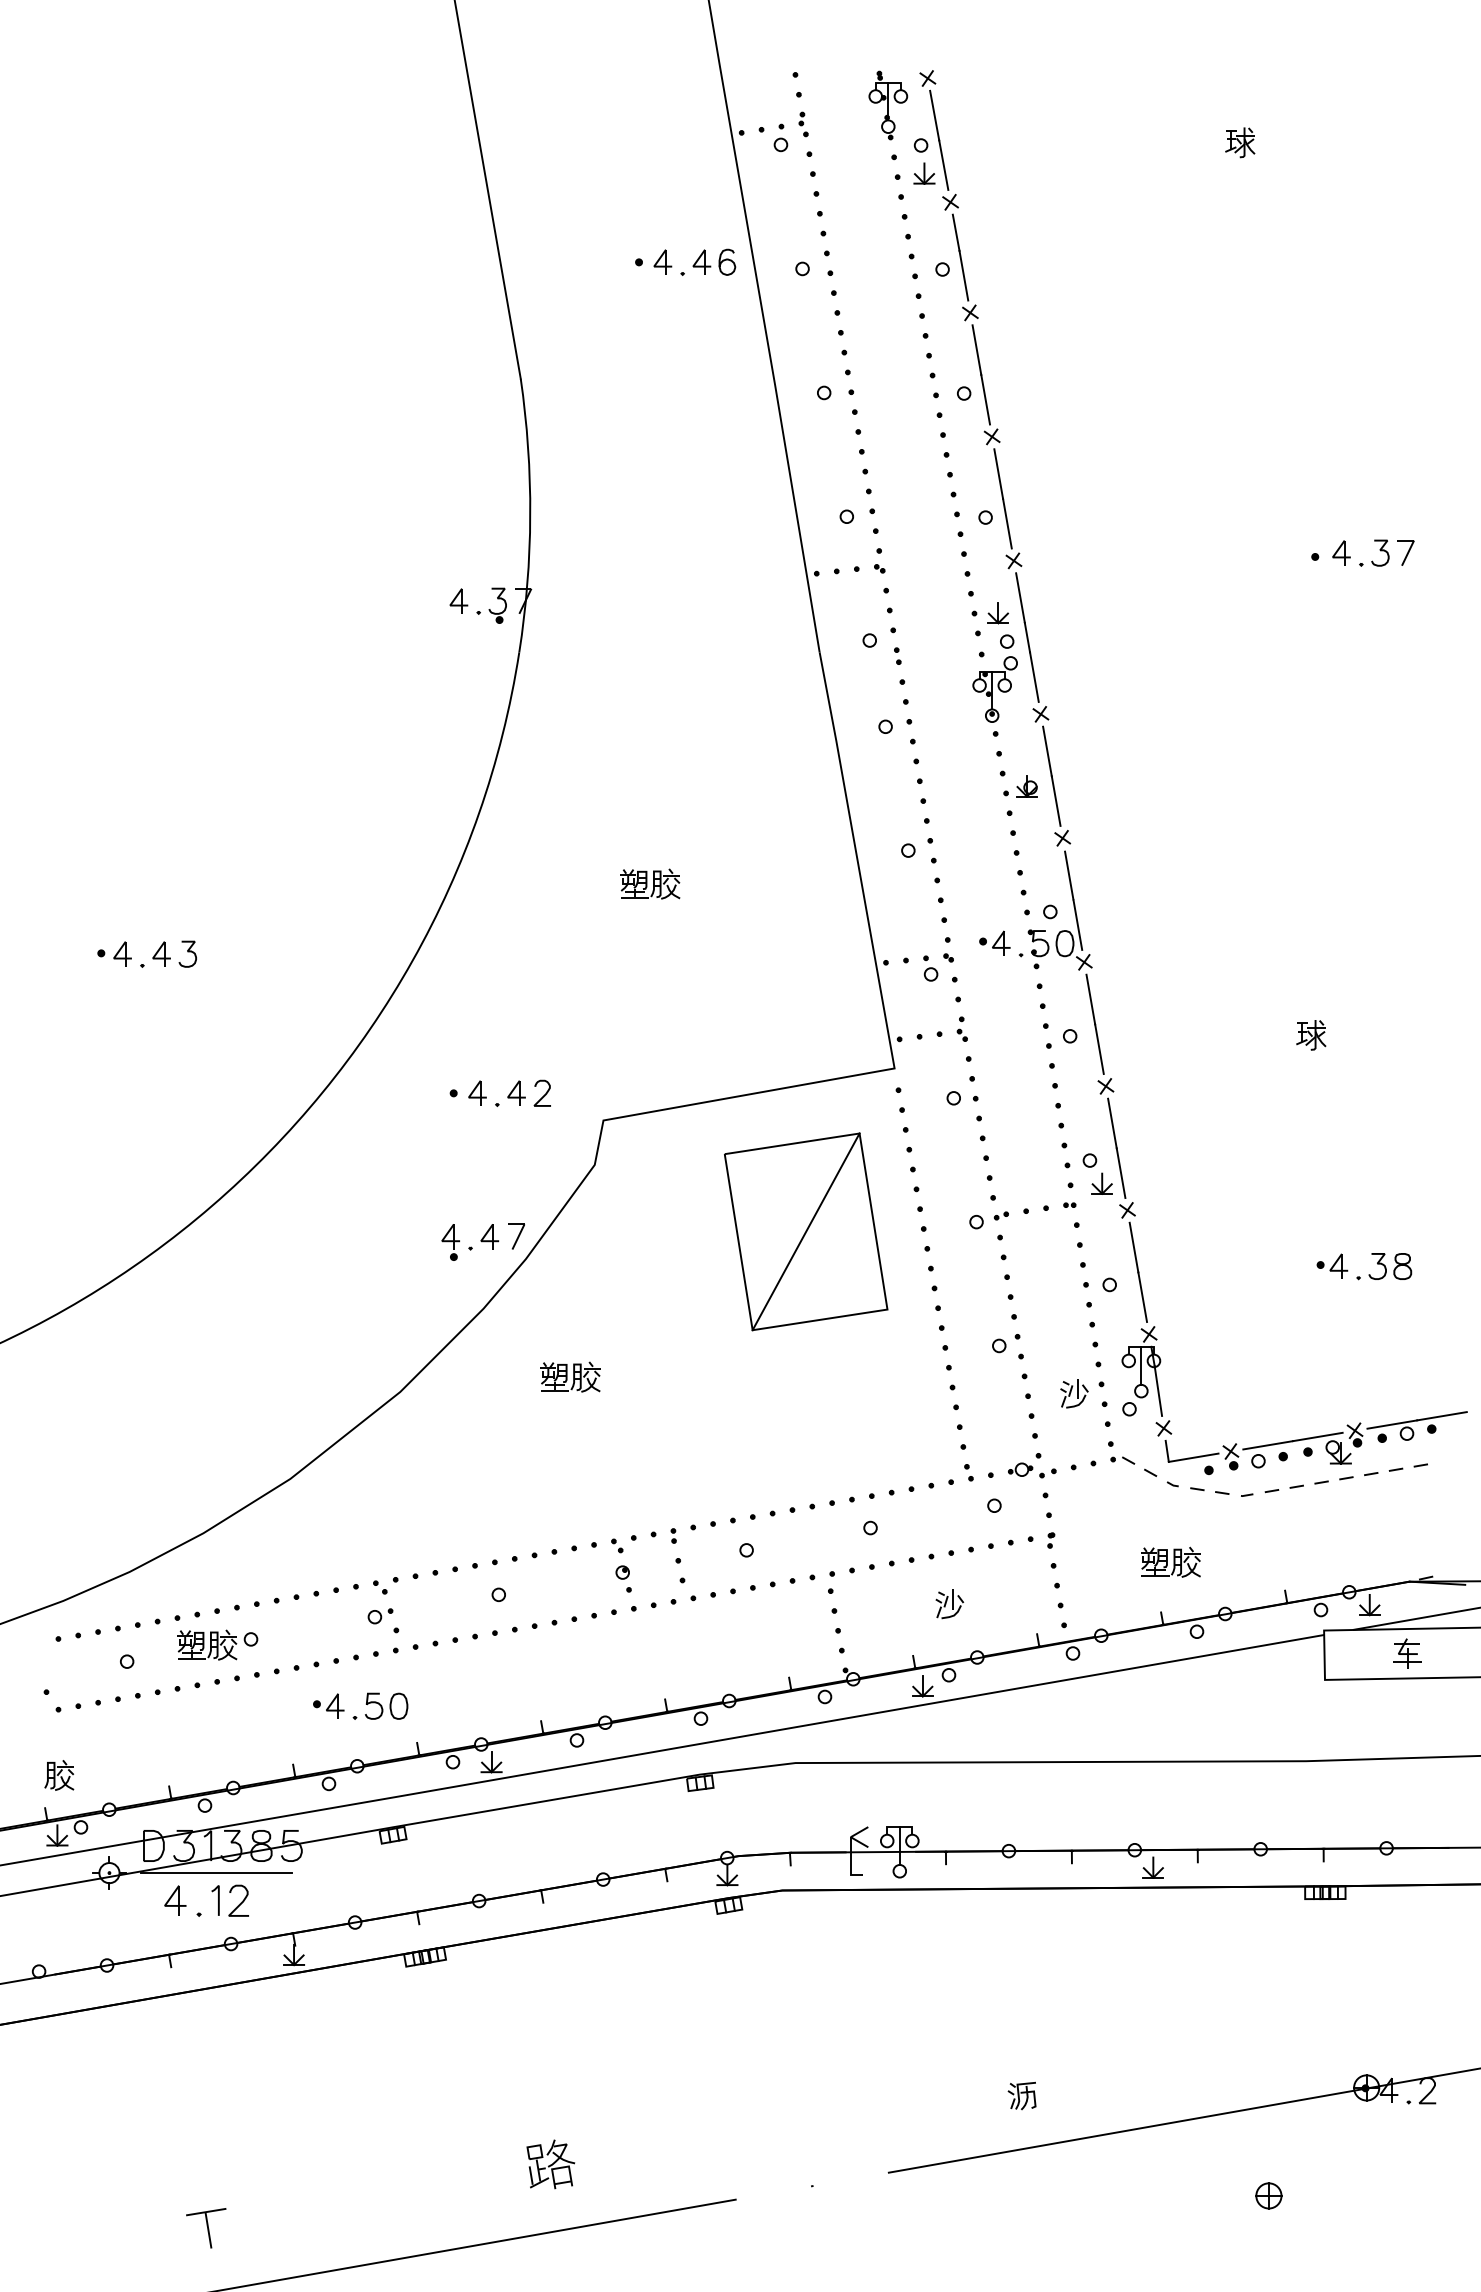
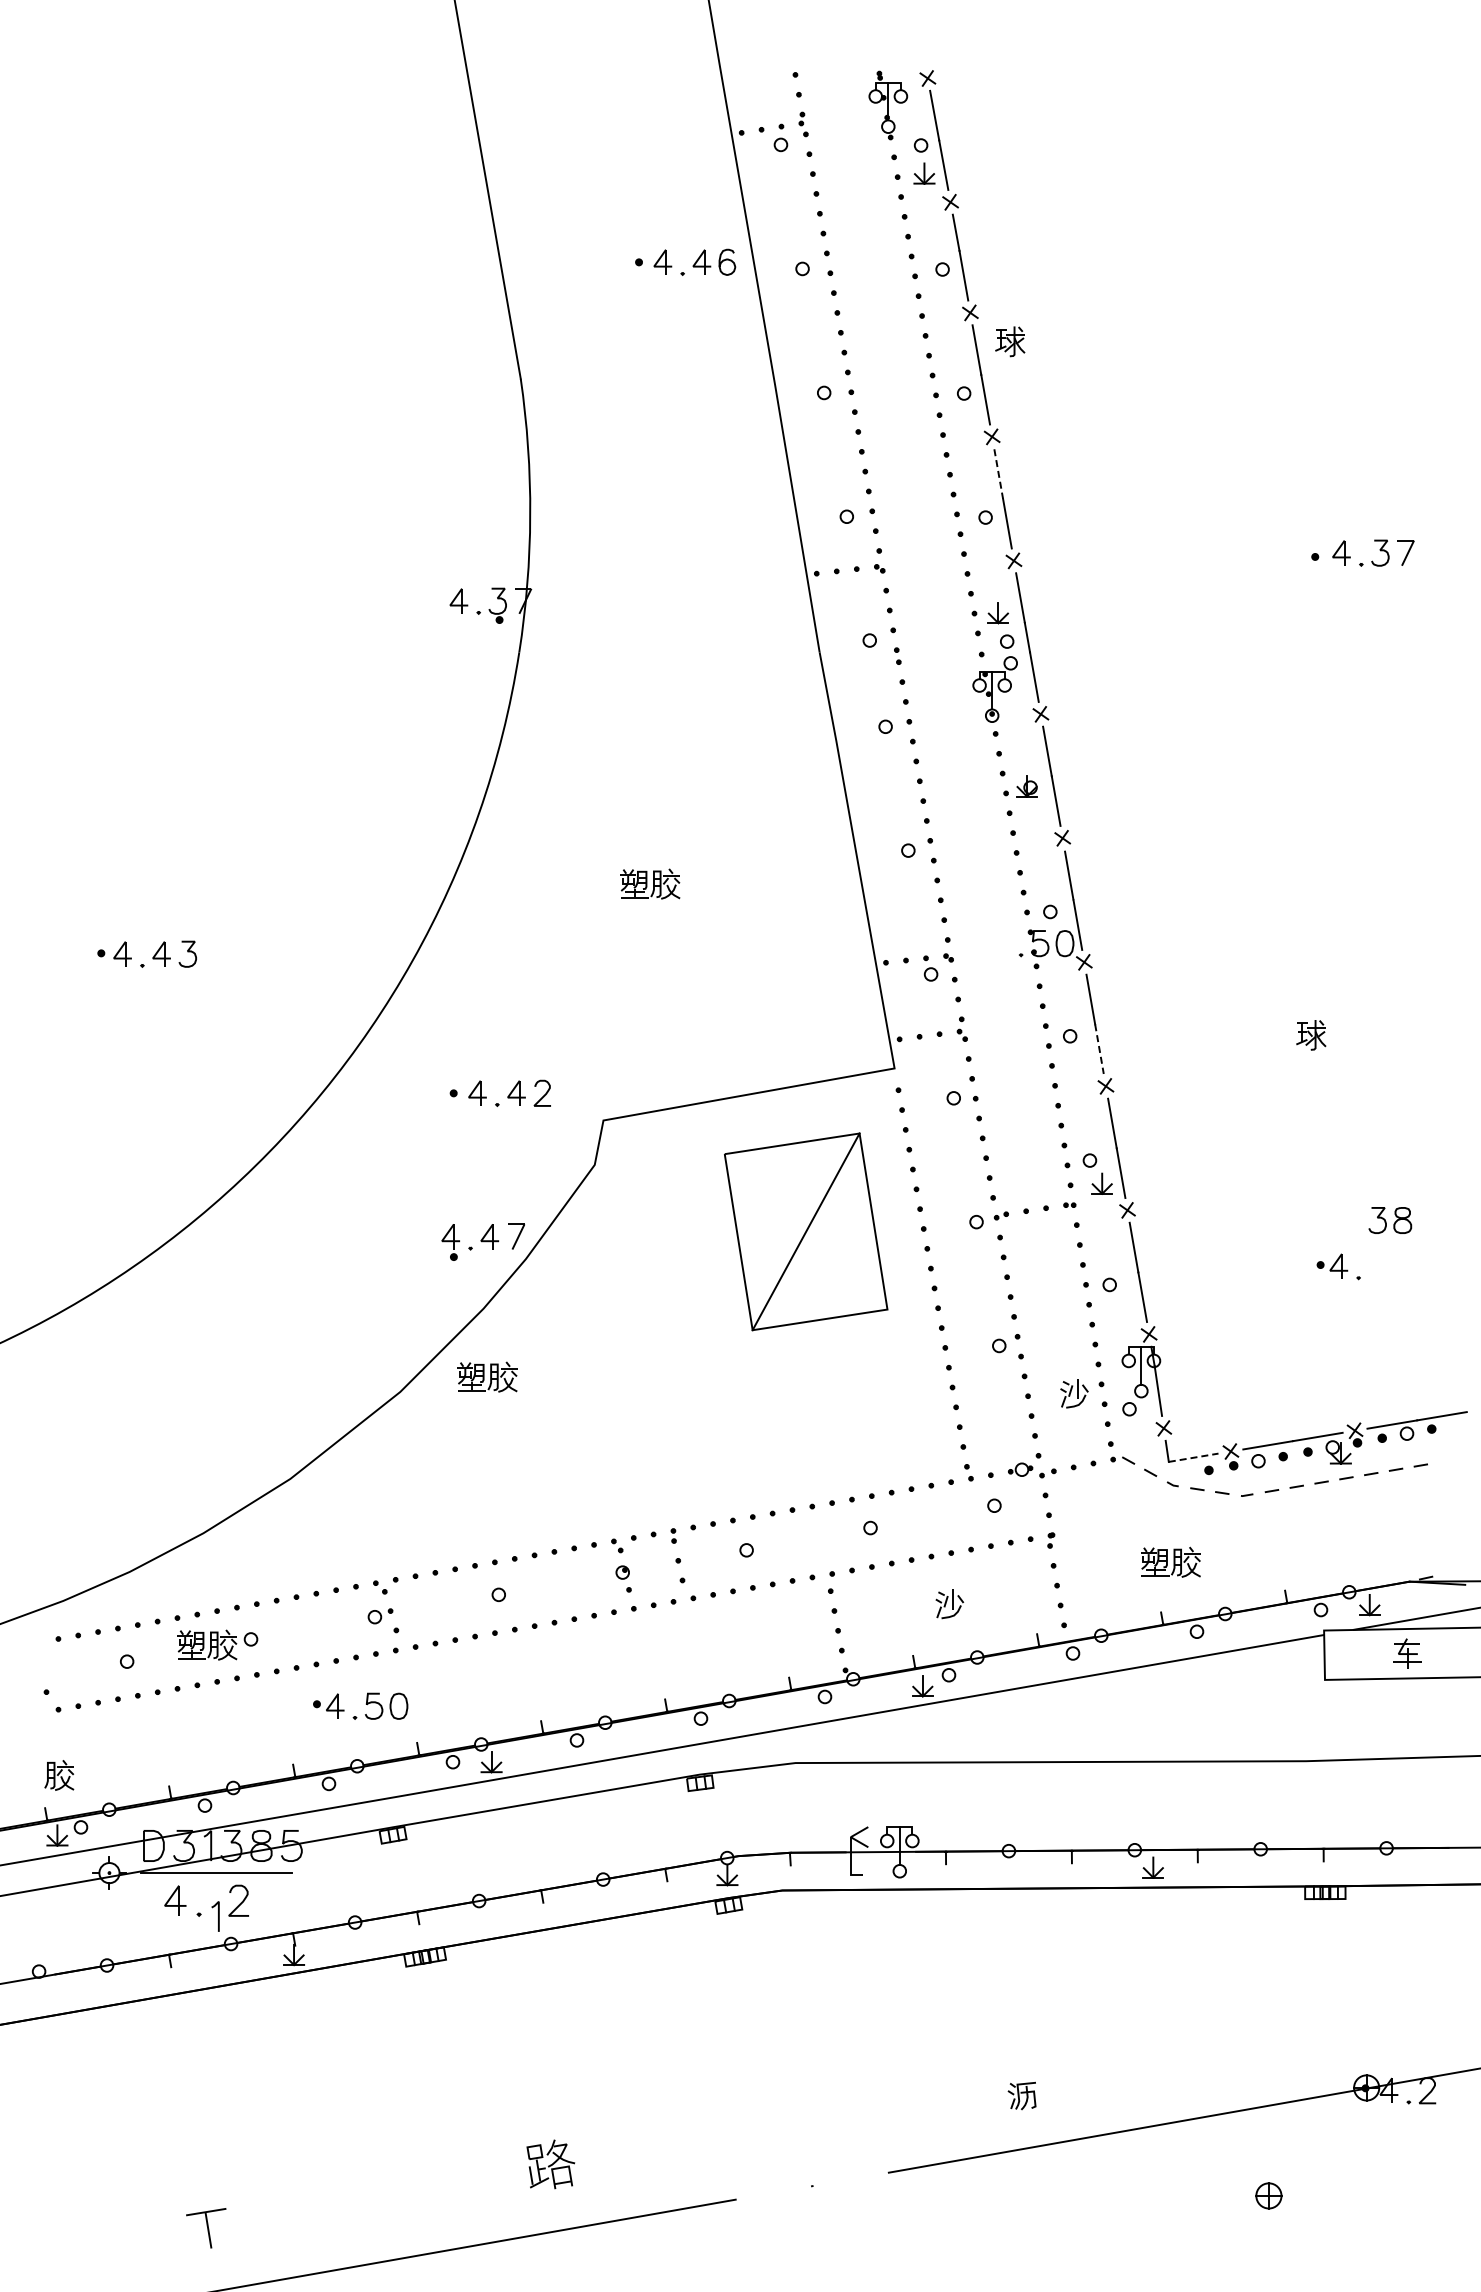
part at (1240, 142) position: (1240, 142) -> (1010, 341)
line at (998, 474): solid -> dashed
part at (994, 942): present -> none
line at (1099, 1049): solid -> dashed
part at (1390, 1266) position: (1390, 1266) -> (1390, 1220)
part at (570, 1376) position: (570, 1376) -> (487, 1376)
line at (1194, 1457): solid -> dashed
line at (218, 1900) position: (218, 1900) -> (218, 1916)
